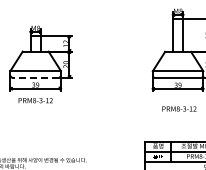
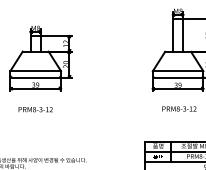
line at (35, 77): dashed -> solid
text at (35, 100) position: (35, 100) -> (35, 109)
